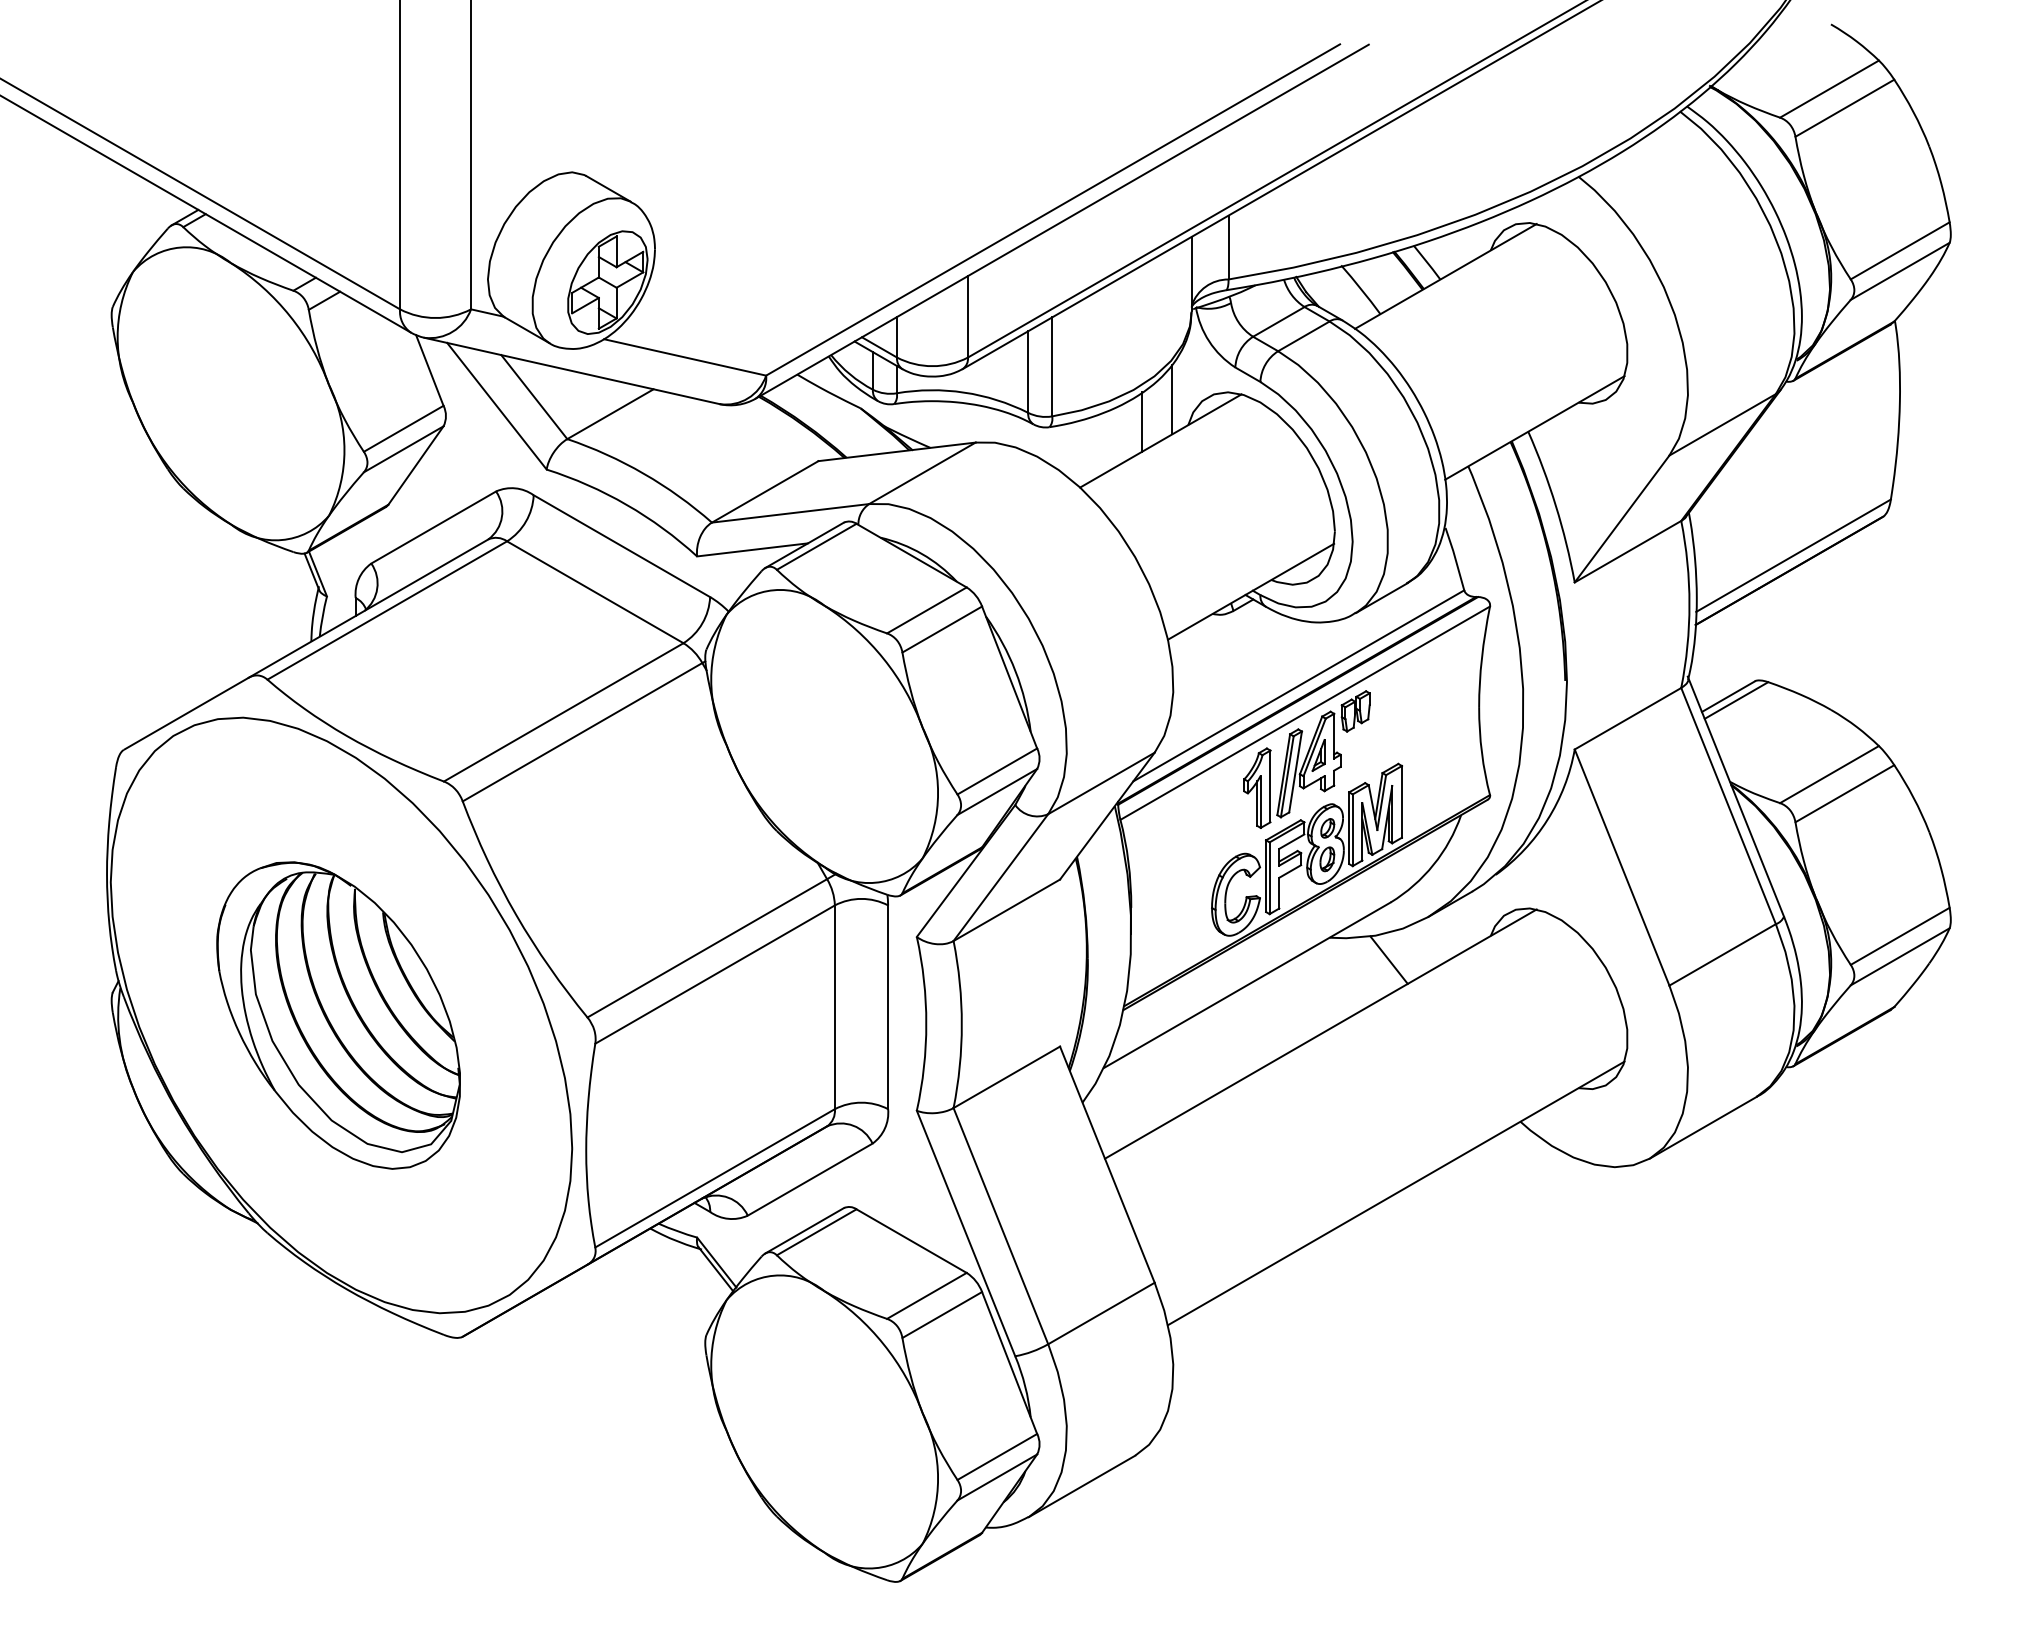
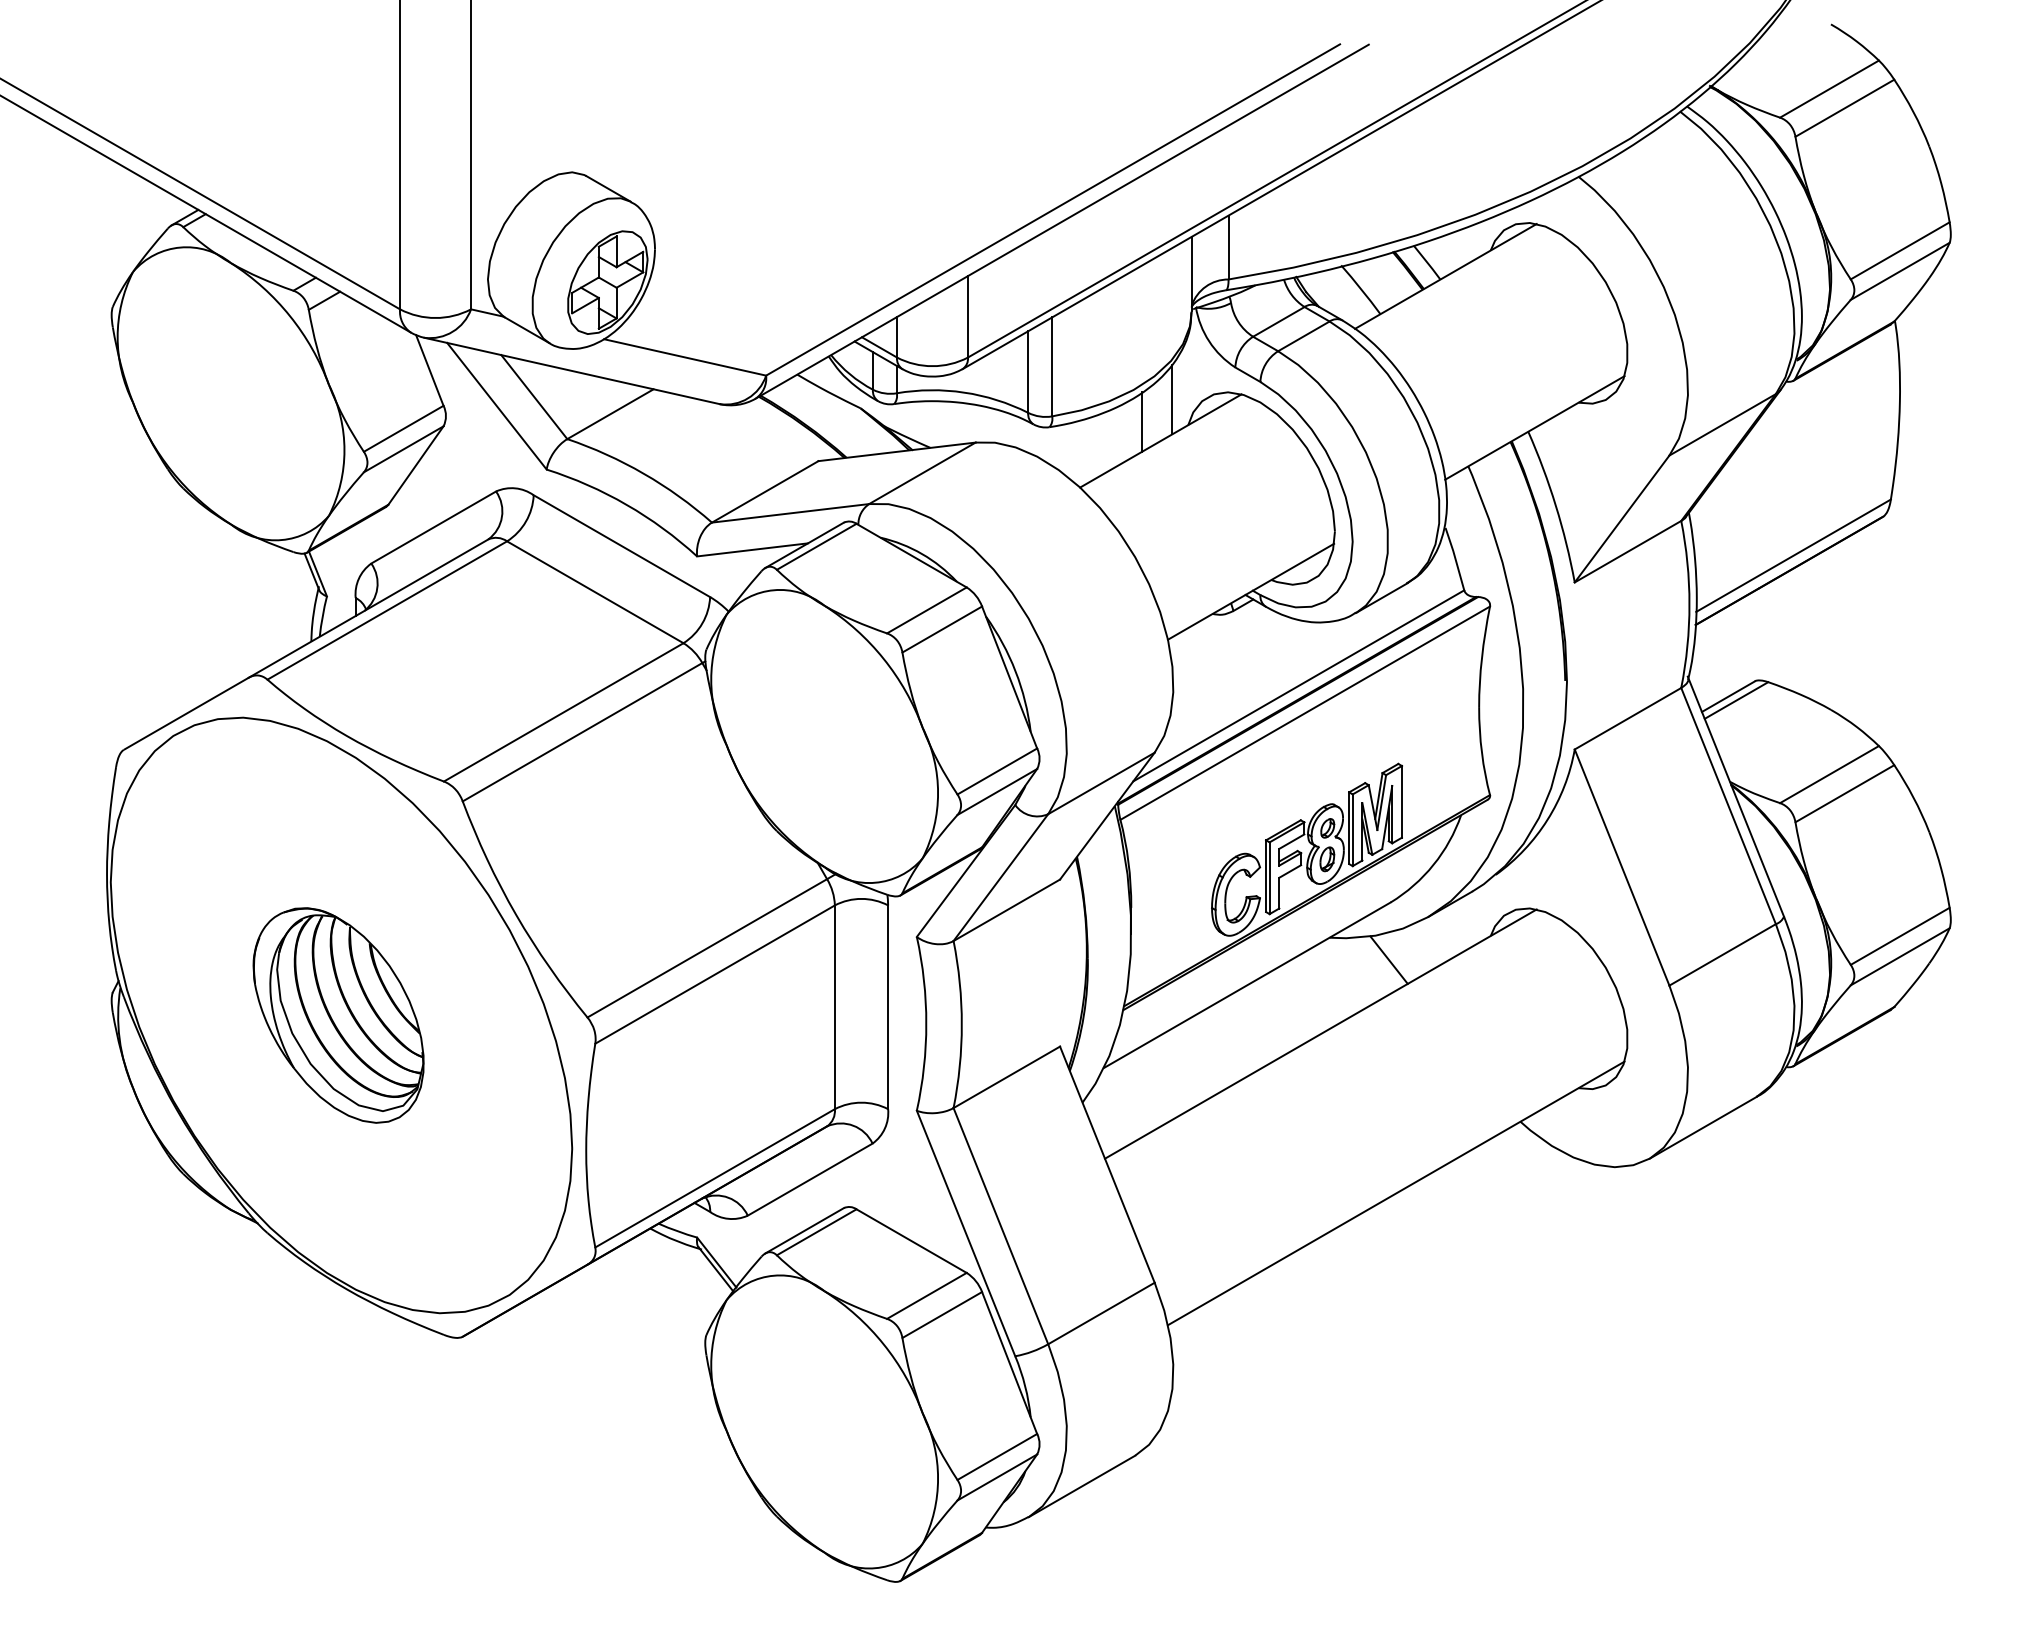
part at (1306, 759): present -> none
part at (338, 1015) size: 245x309 px -> 173x217 px
